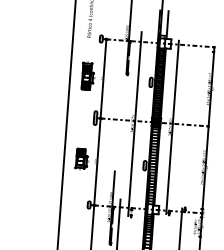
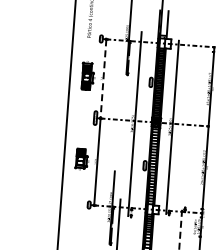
line at (103, 78): solid -> dashed
line at (92, 225): present -> none
line at (180, 228): solid -> dashed
